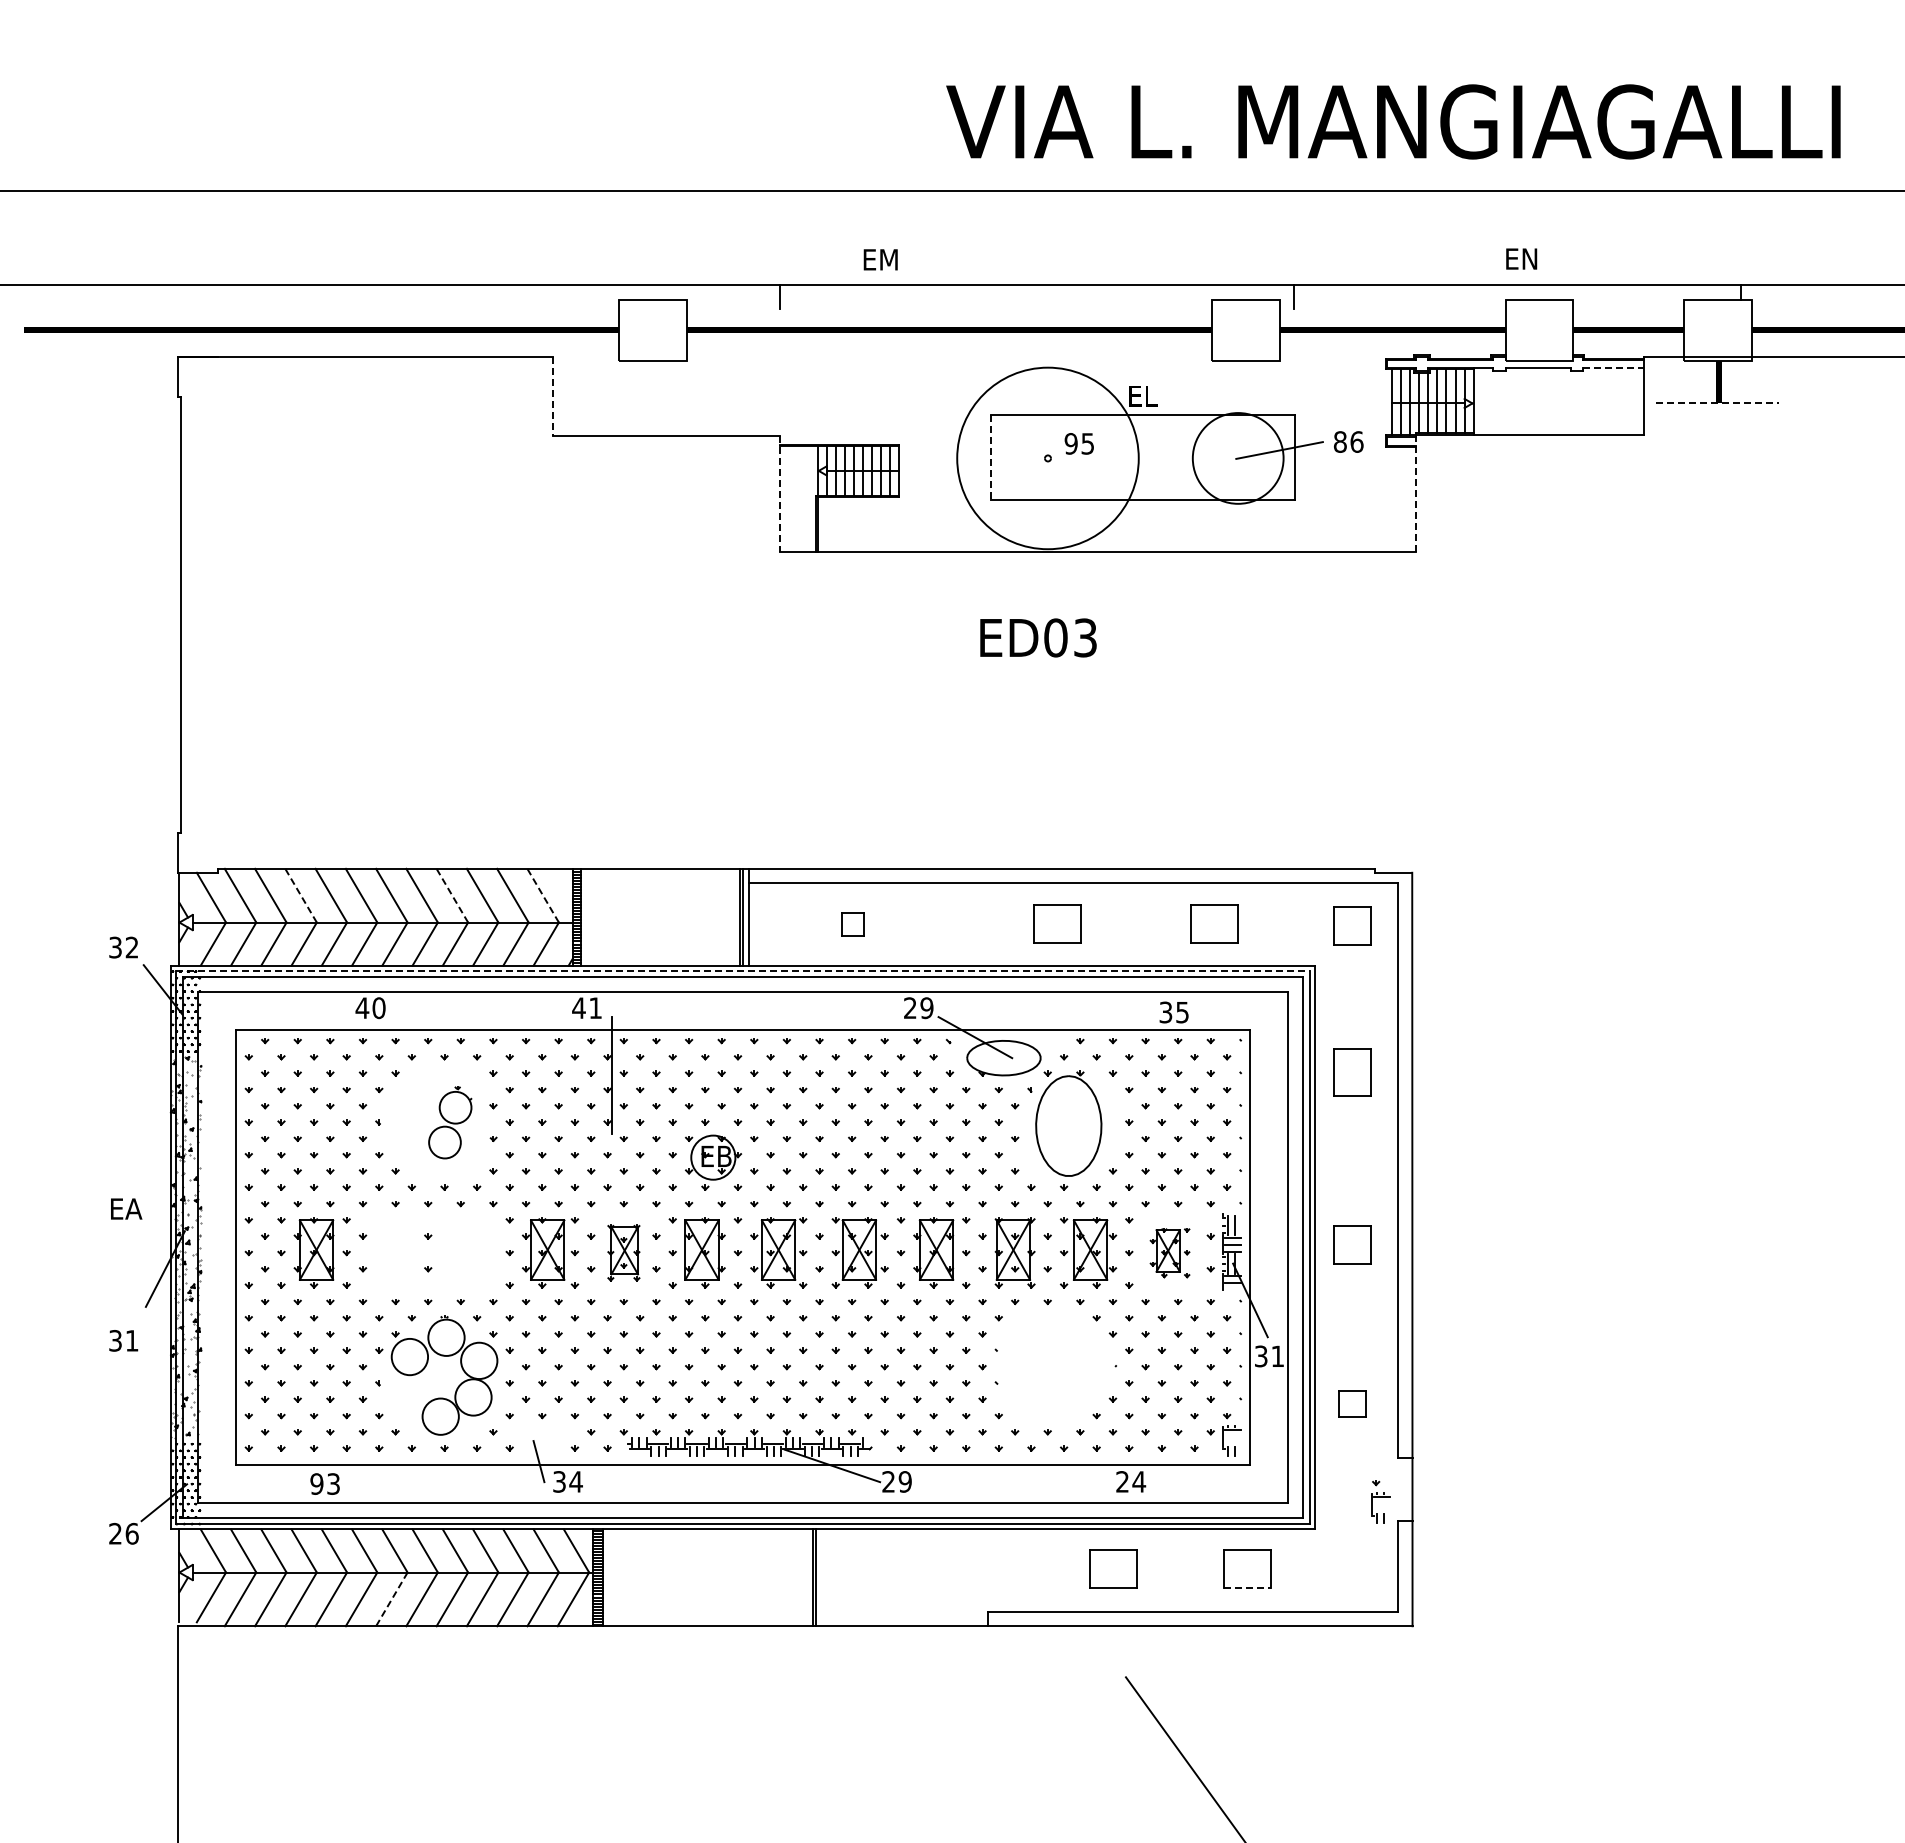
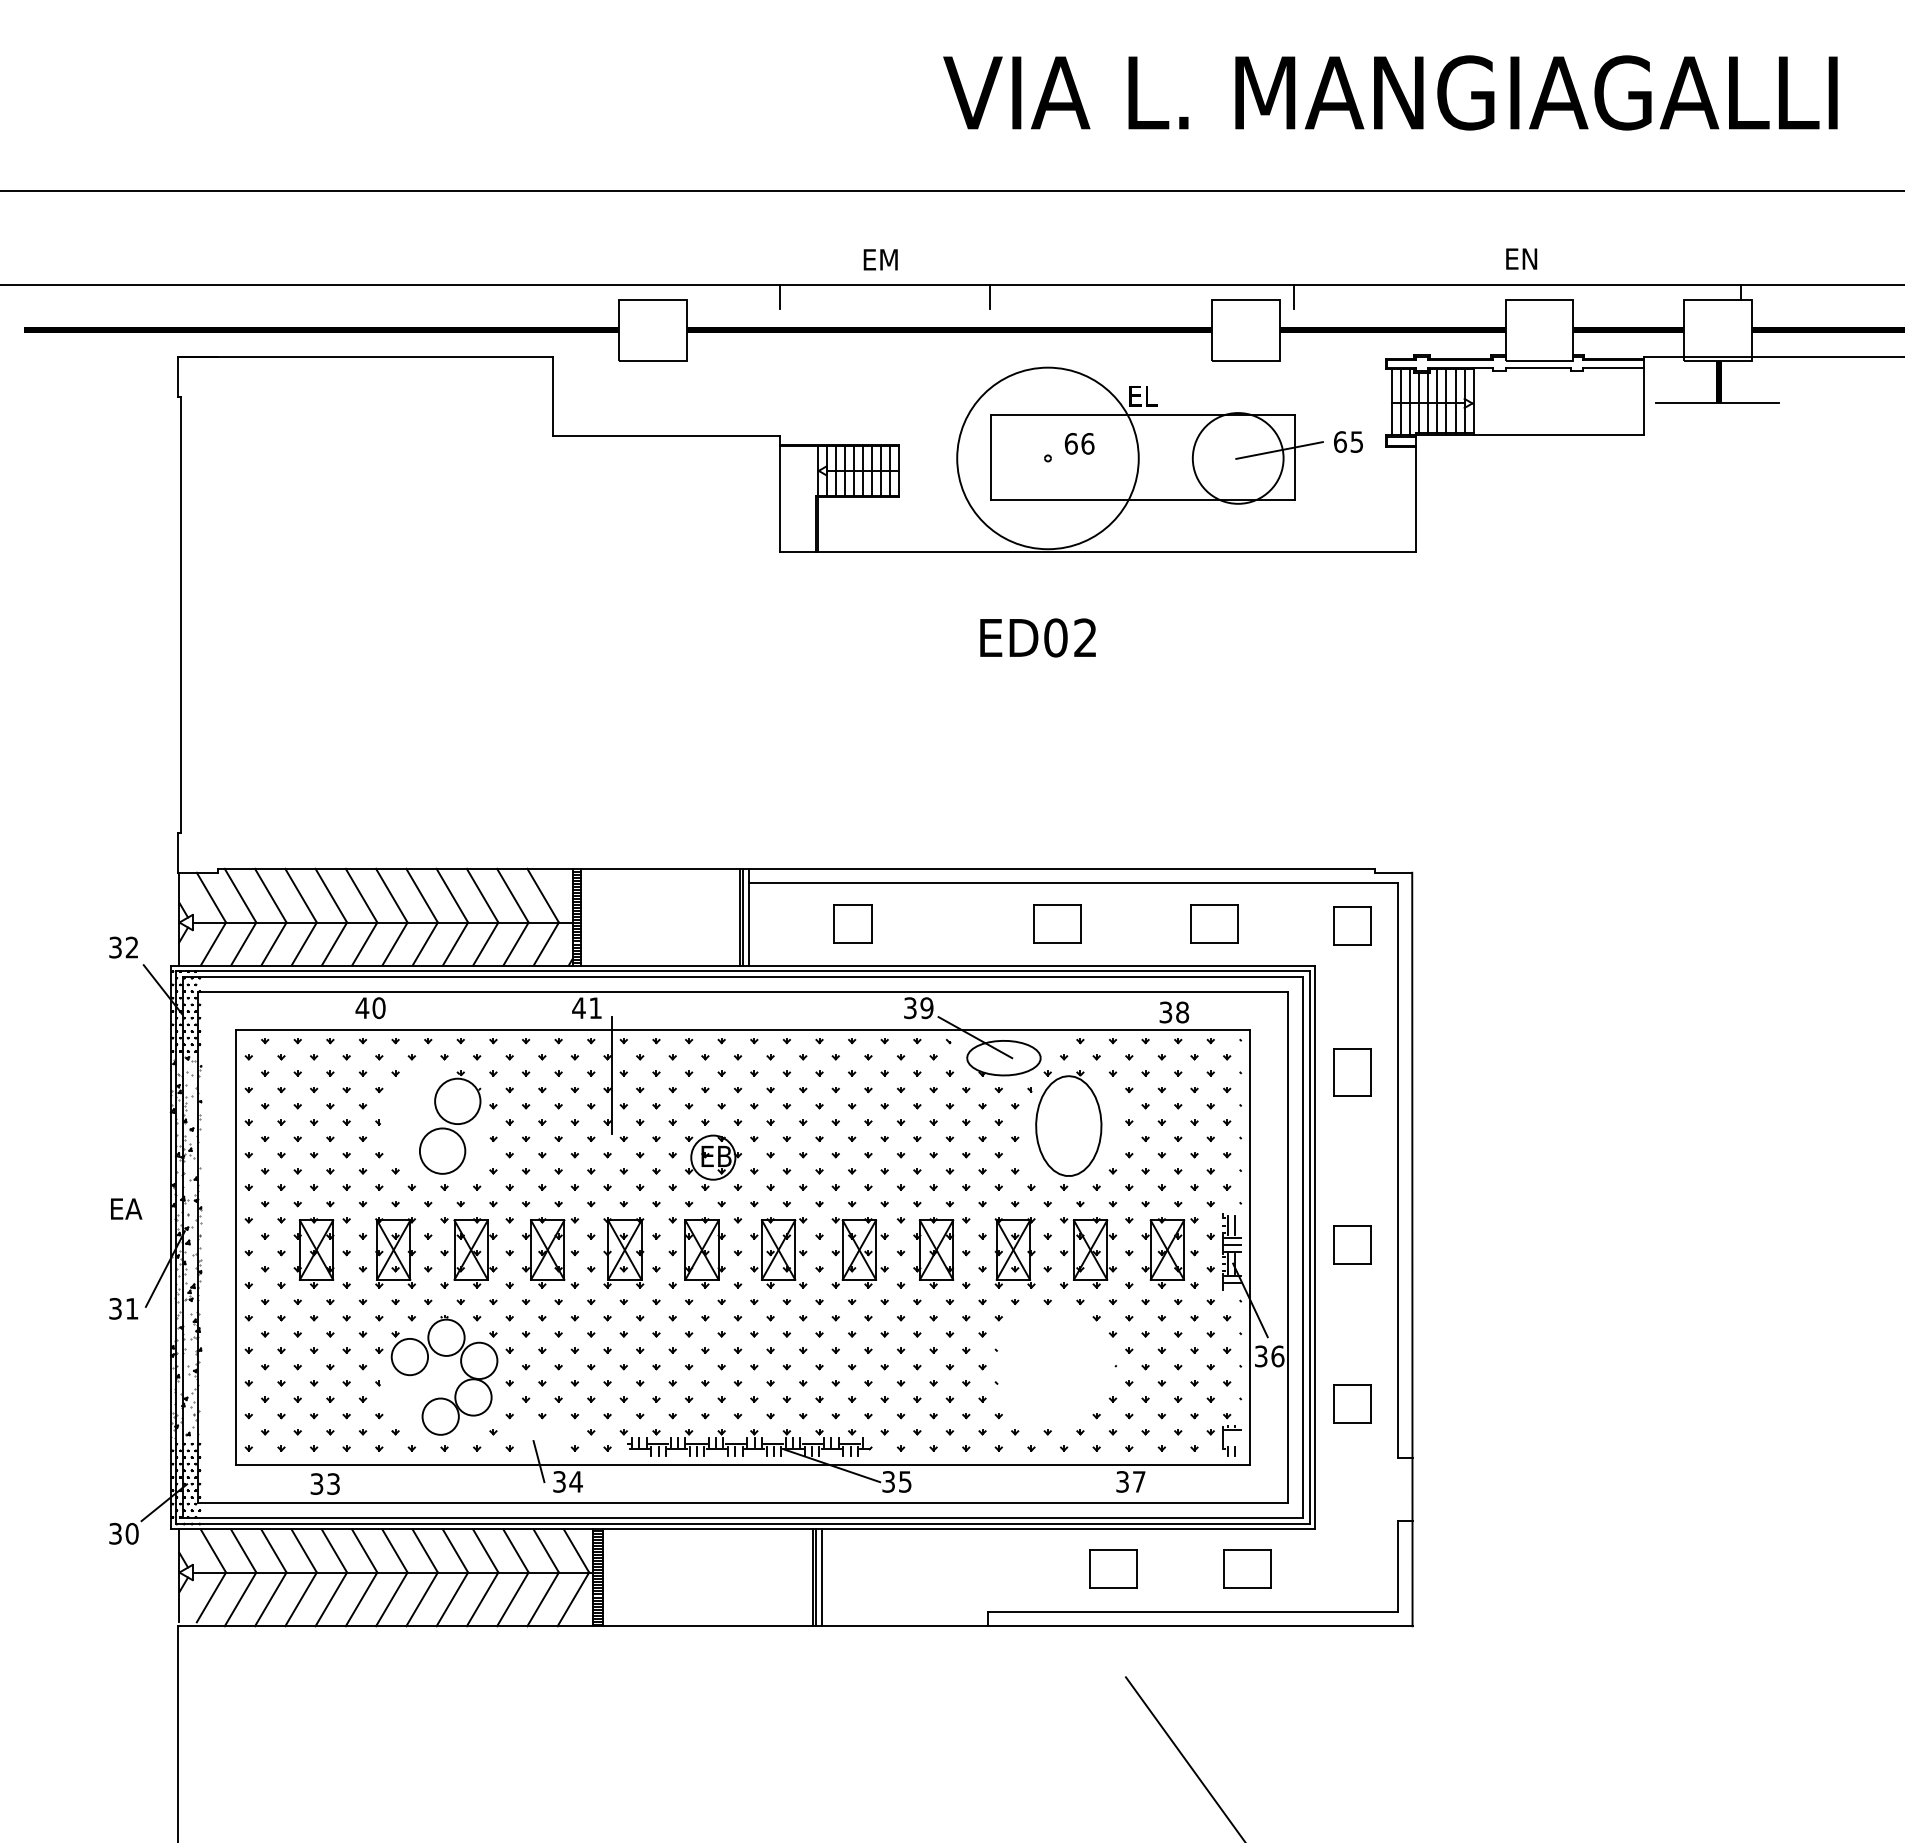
text at (1393, 121) position: (1393, 121) -> (1390, 92)
line at (989, 296): none -> present
line at (1613, 367): dashed -> solid
line at (552, 397): dashed -> solid
line at (1717, 403): dashed -> solid
text at (1348, 441): 86 -> 65
text at (1079, 443): 95 -> 66
line at (991, 457): dashed -> solid
line at (1415, 492): dashed -> solid
line at (779, 493): dashed -> solid
text at (1085, 637): ED03 -> ED02
line at (300, 895): dashed -> solid
line at (452, 895): dashed -> solid
line at (542, 895): dashed -> solid
part at (852, 924) size: 24x25 px -> 40x40 px
line at (742, 970): dashed -> solid
text at (910, 1008): 29 -> 39
text at (1182, 1012): 35 -> 38
part at (450, 1122) size: 45x74 px -> 63x105 px
part at (395, 1252): none -> present
part at (468, 1252): none -> present
part at (623, 1252) size: 34x58 px -> 42x72 px
part at (1169, 1253) size: 42x51 px -> 58x72 px
text at (123, 1340) position: (123, 1340) -> (123, 1308)
text at (1277, 1356): 31 -> 36
part at (1352, 1403) size: 29x28 px -> 39x40 px
text at (896, 1481): 29 -> 35
text at (1131, 1481): 24 -> 37
text at (316, 1483): 93 -> 33
part at (1380, 1501): present -> none
text at (123, 1533): 26 -> 30
line at (821, 1577): none -> present
line at (1248, 1587): dashed -> solid
line at (391, 1599): dashed -> solid
